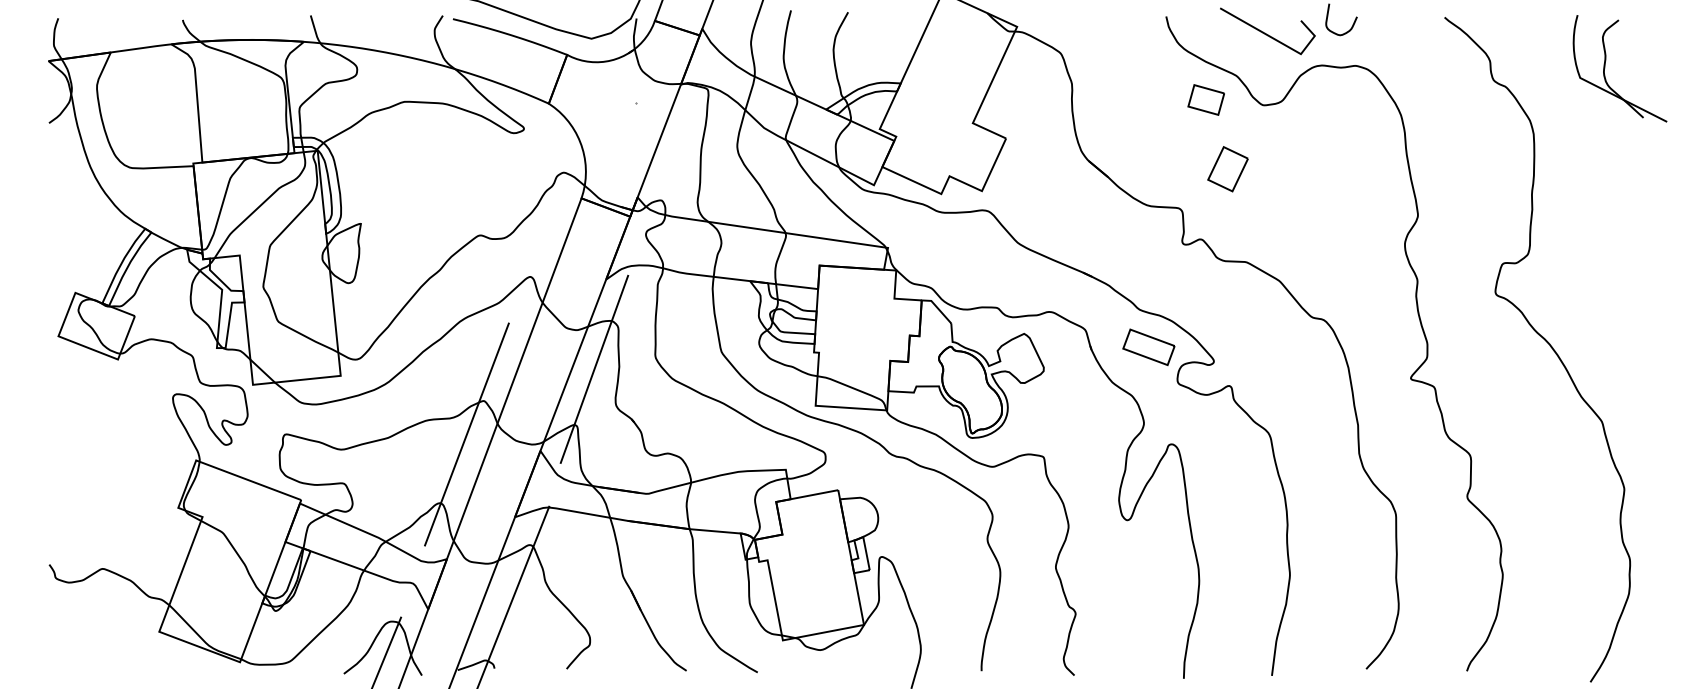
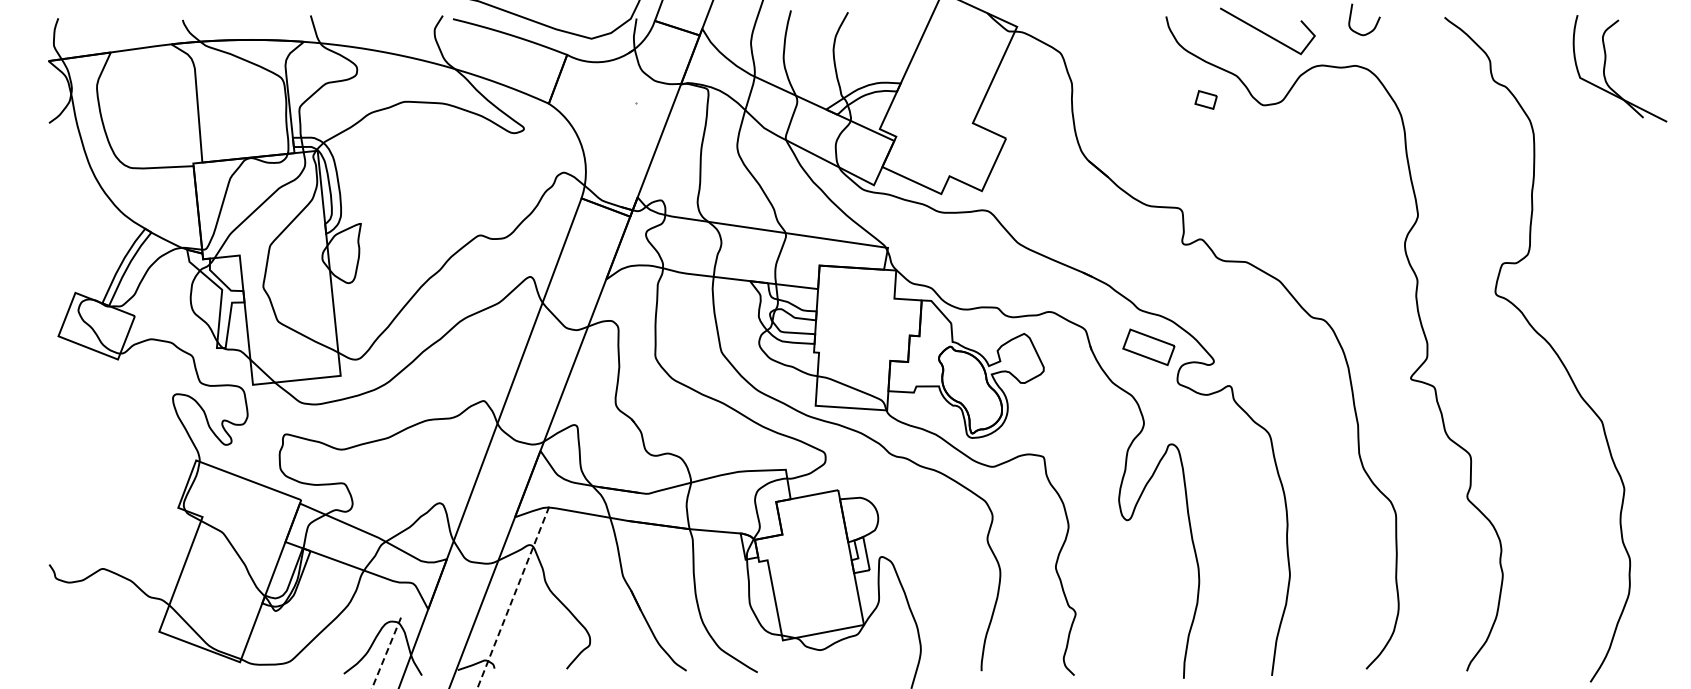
curve at (1352, 24) position: (1352, 24) -> (1375, 24)
part at (1205, 99) size: 38x32 px -> 24x20 px
part at (1227, 169): present -> none
line at (594, 368): present -> none
line at (466, 434): present -> none
line at (513, 597): solid -> dashed
line at (386, 653): solid -> dashed
